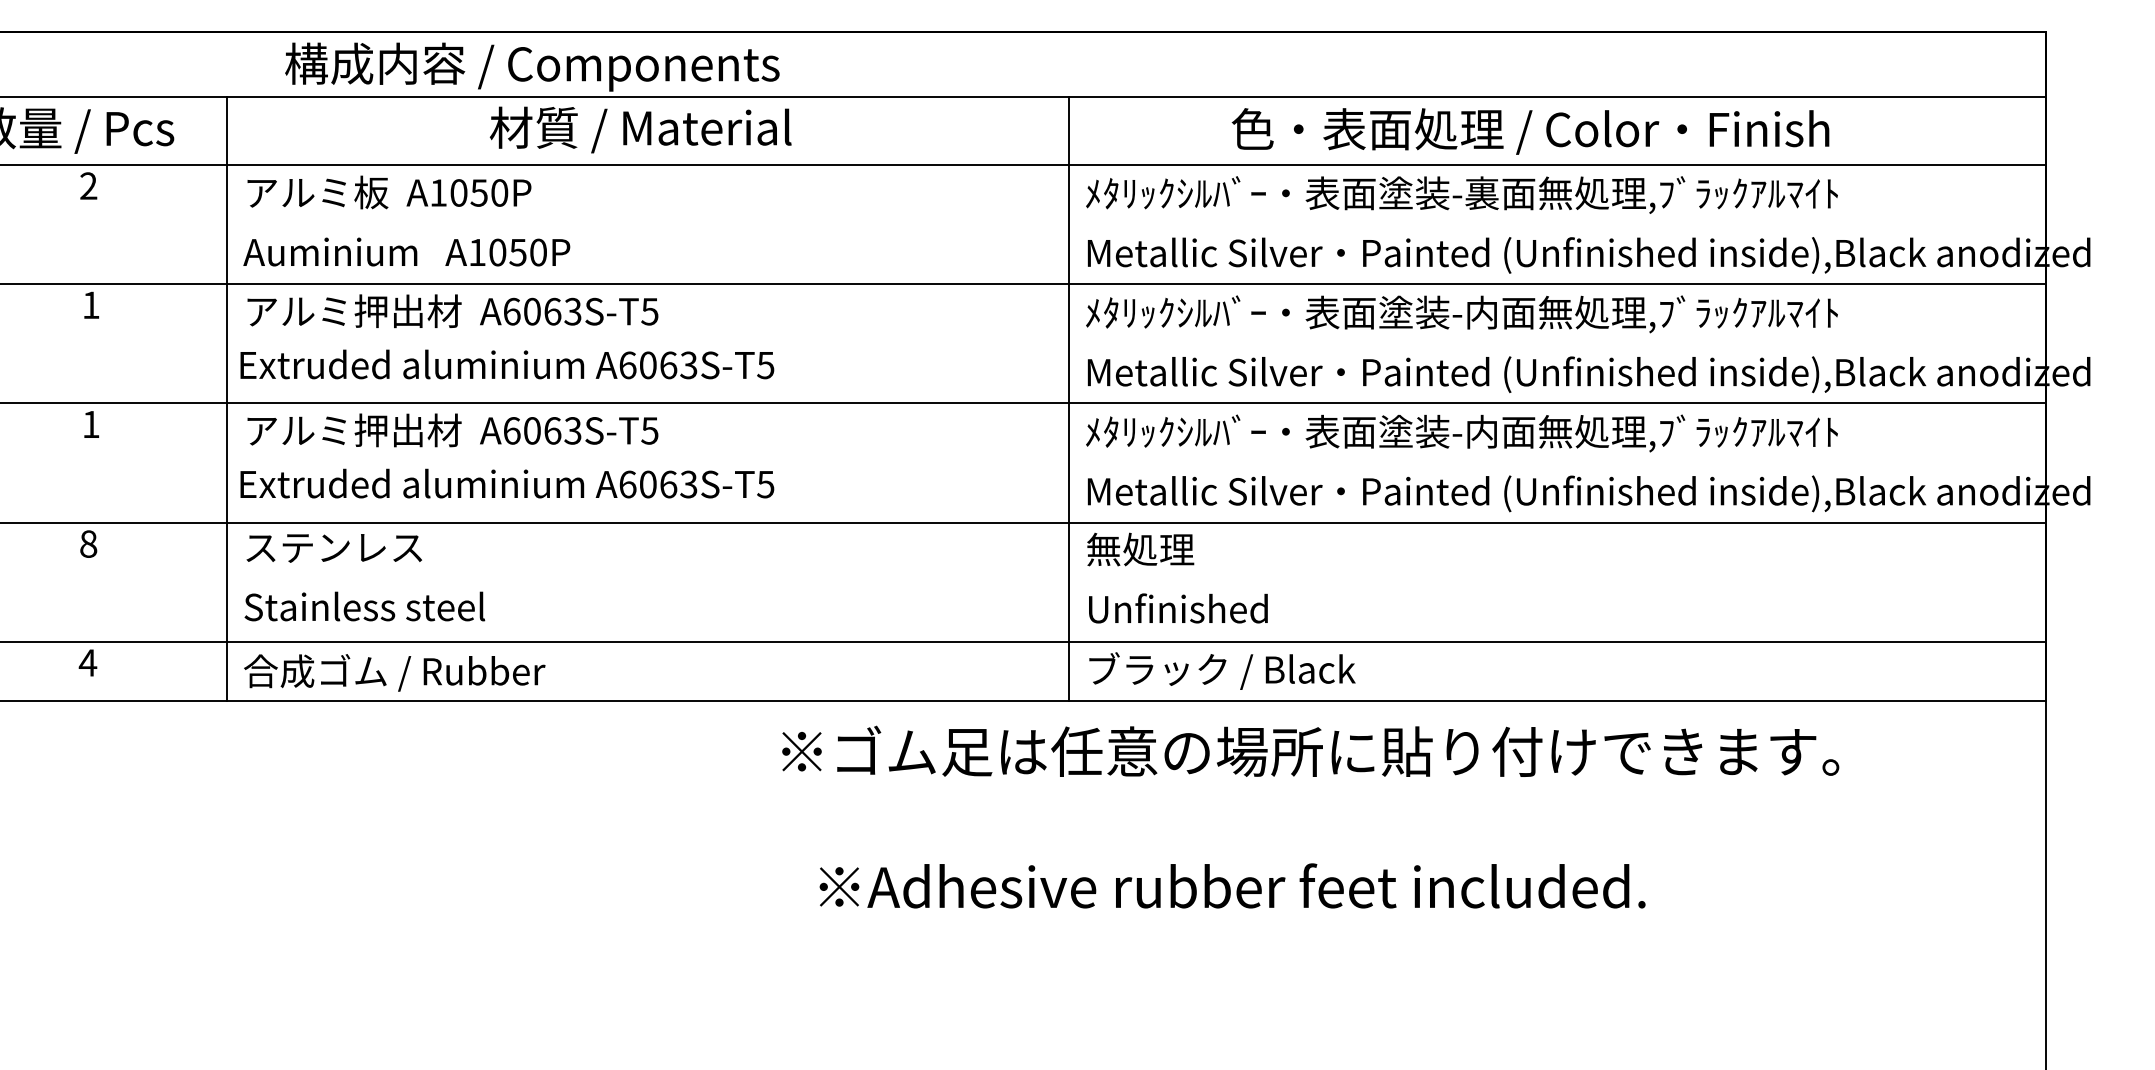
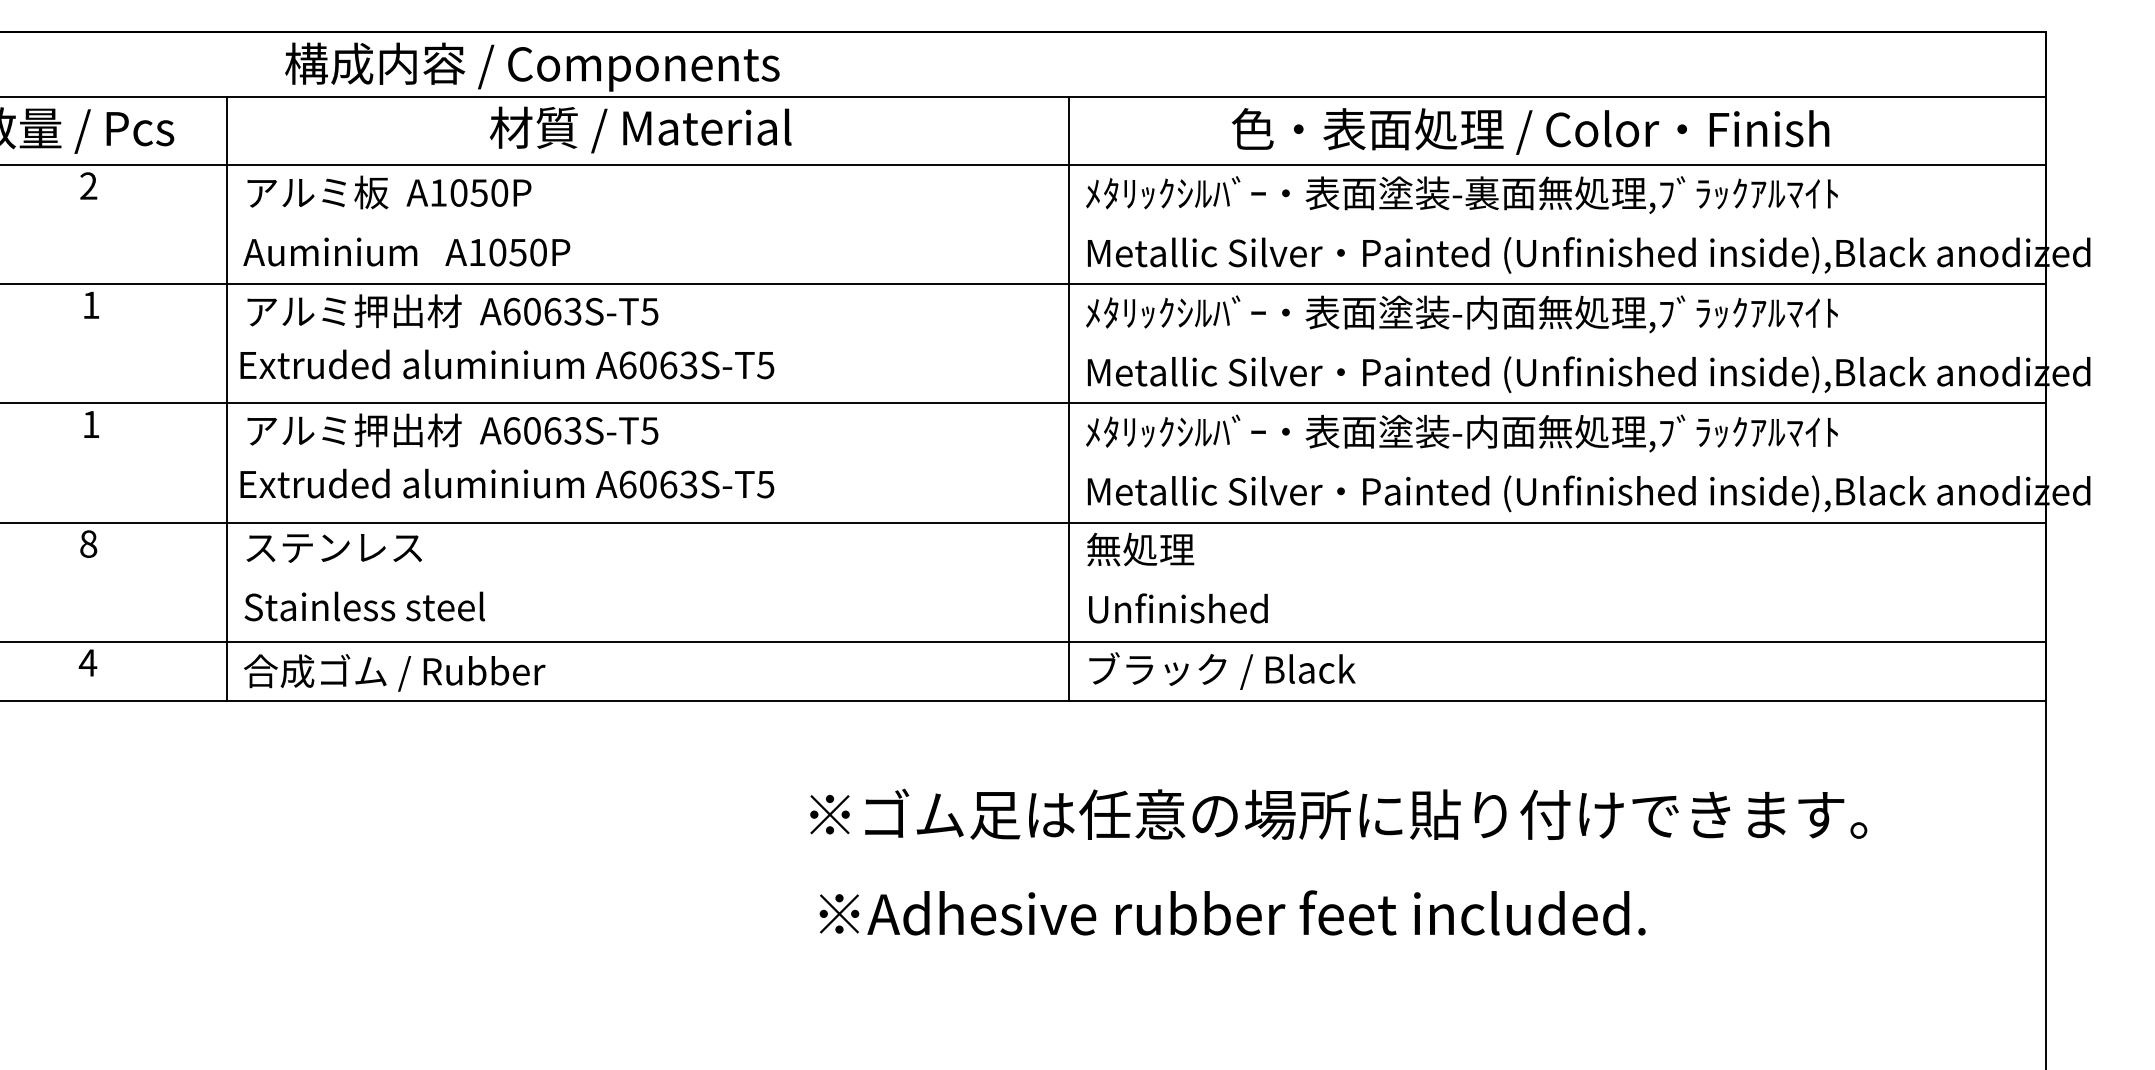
text at (1310, 750) position: (1310, 750) -> (1338, 813)
text at (1232, 885) position: (1232, 885) -> (1232, 912)
